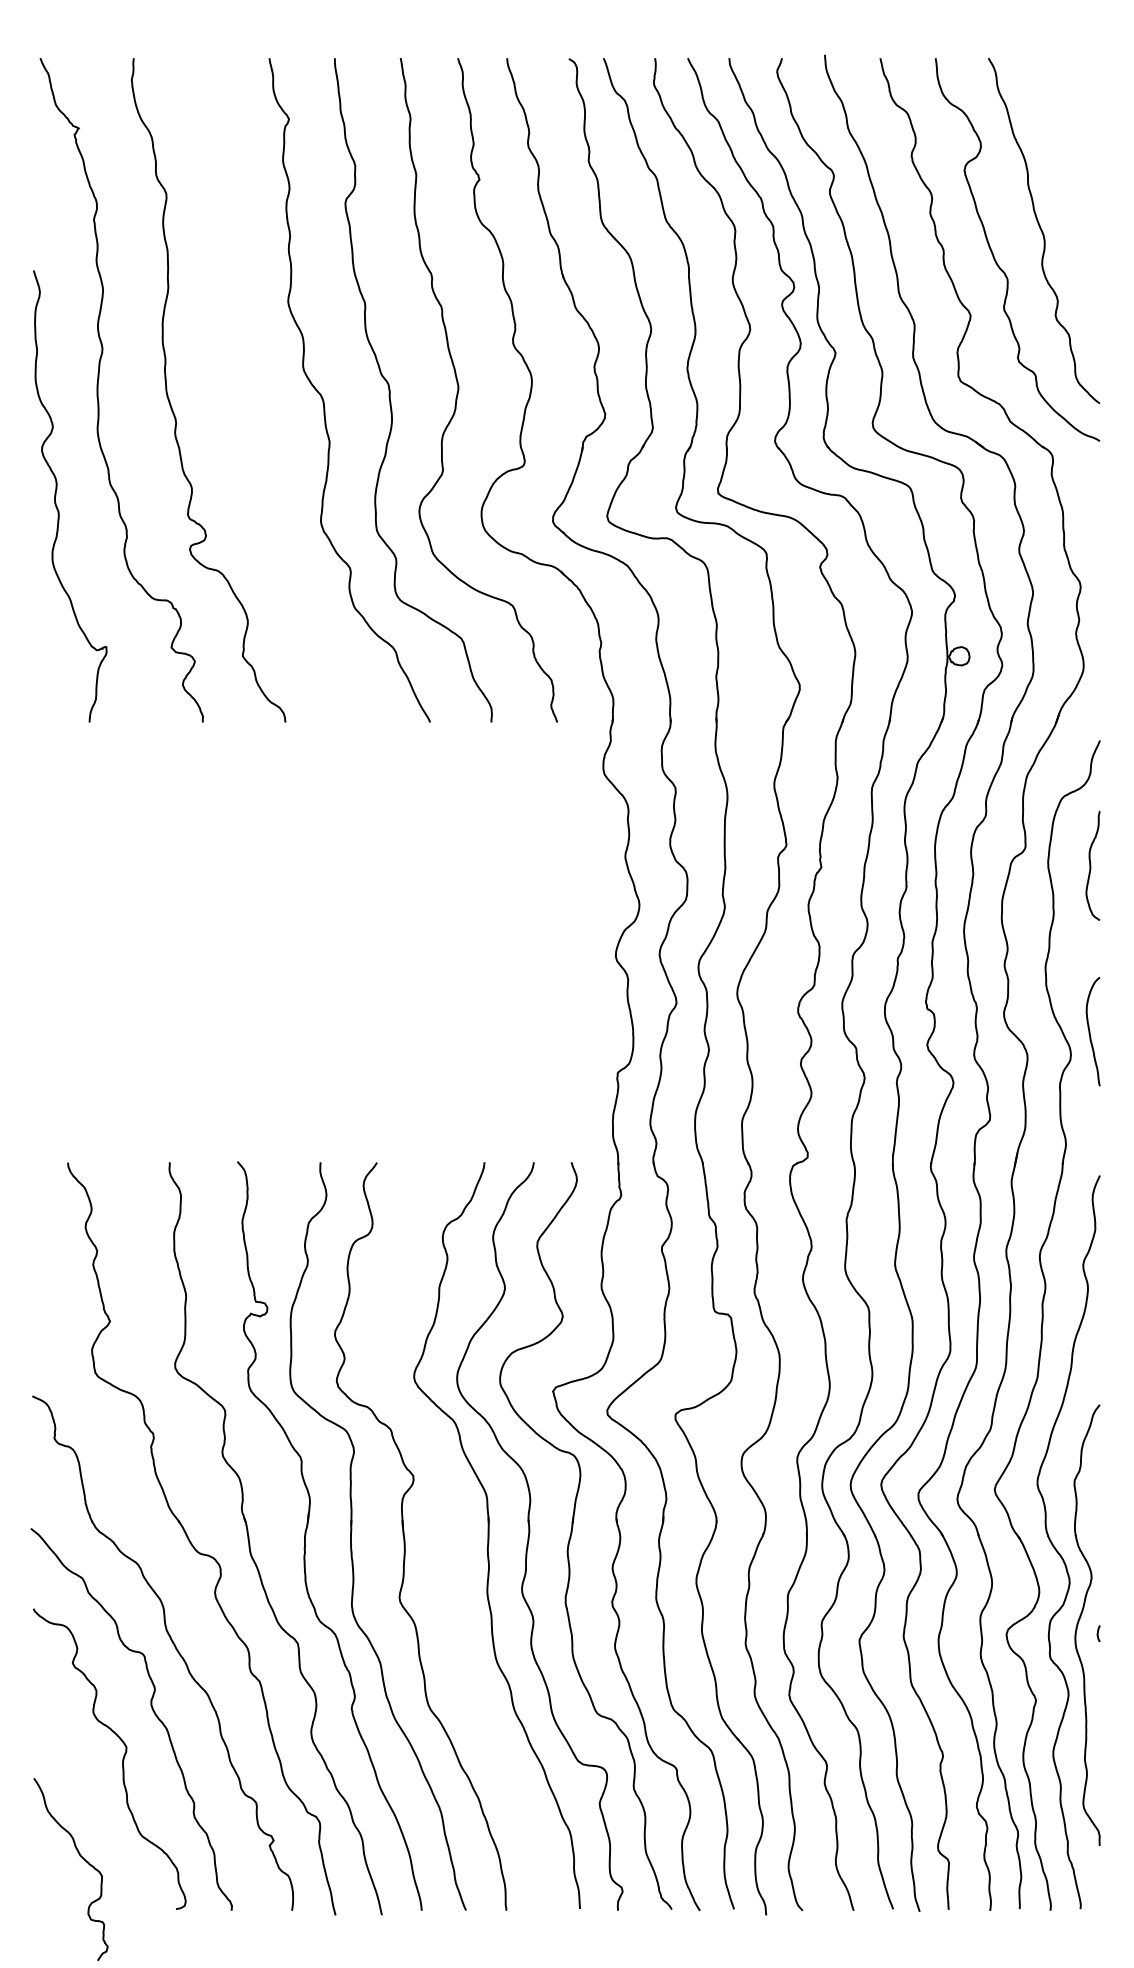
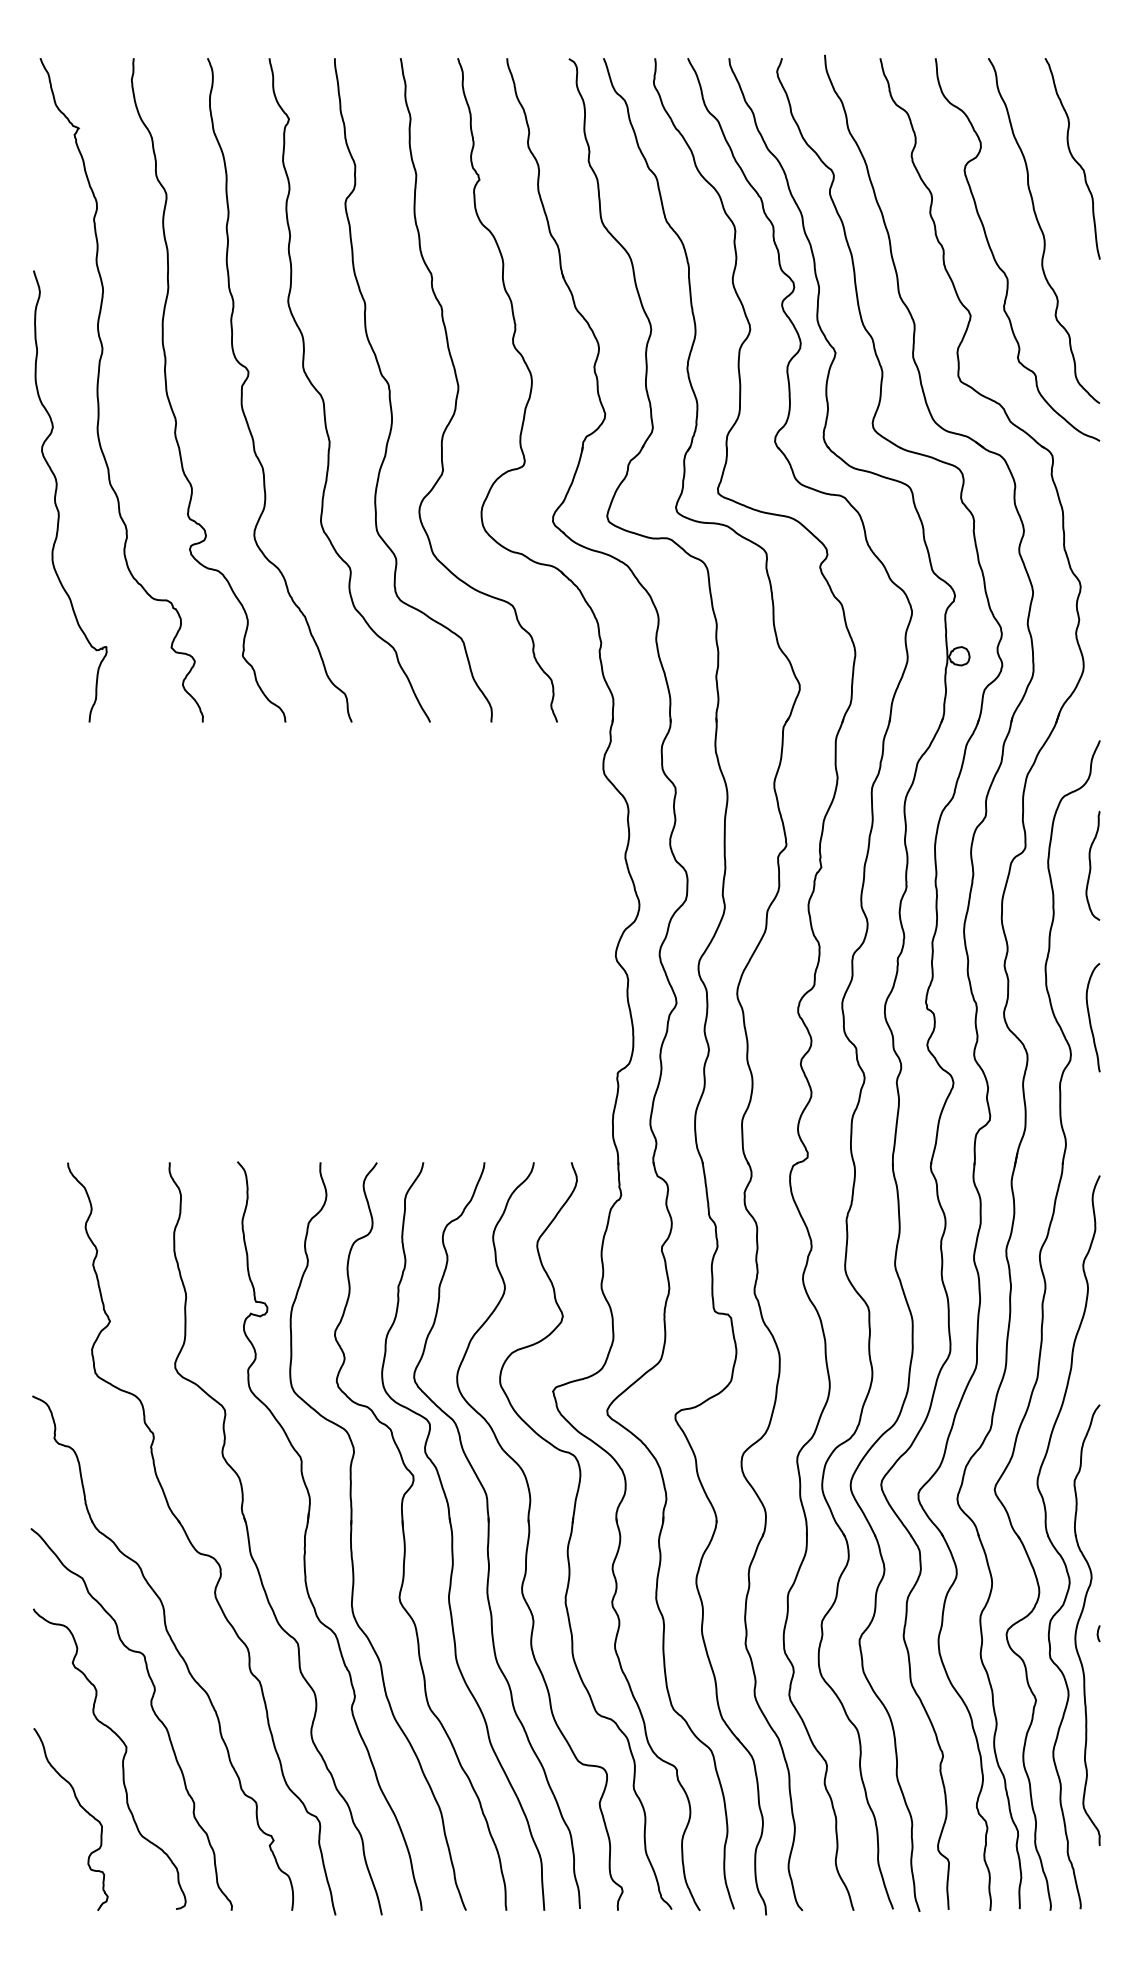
curve at (1072, 158): none -> present
curve at (249, 375): none -> present
curve at (1090, 1031) position: (1090, 1031) -> (1090, 1017)
part at (453, 1536): none -> present
curve at (81, 1857) position: (81, 1857) -> (81, 1807)
